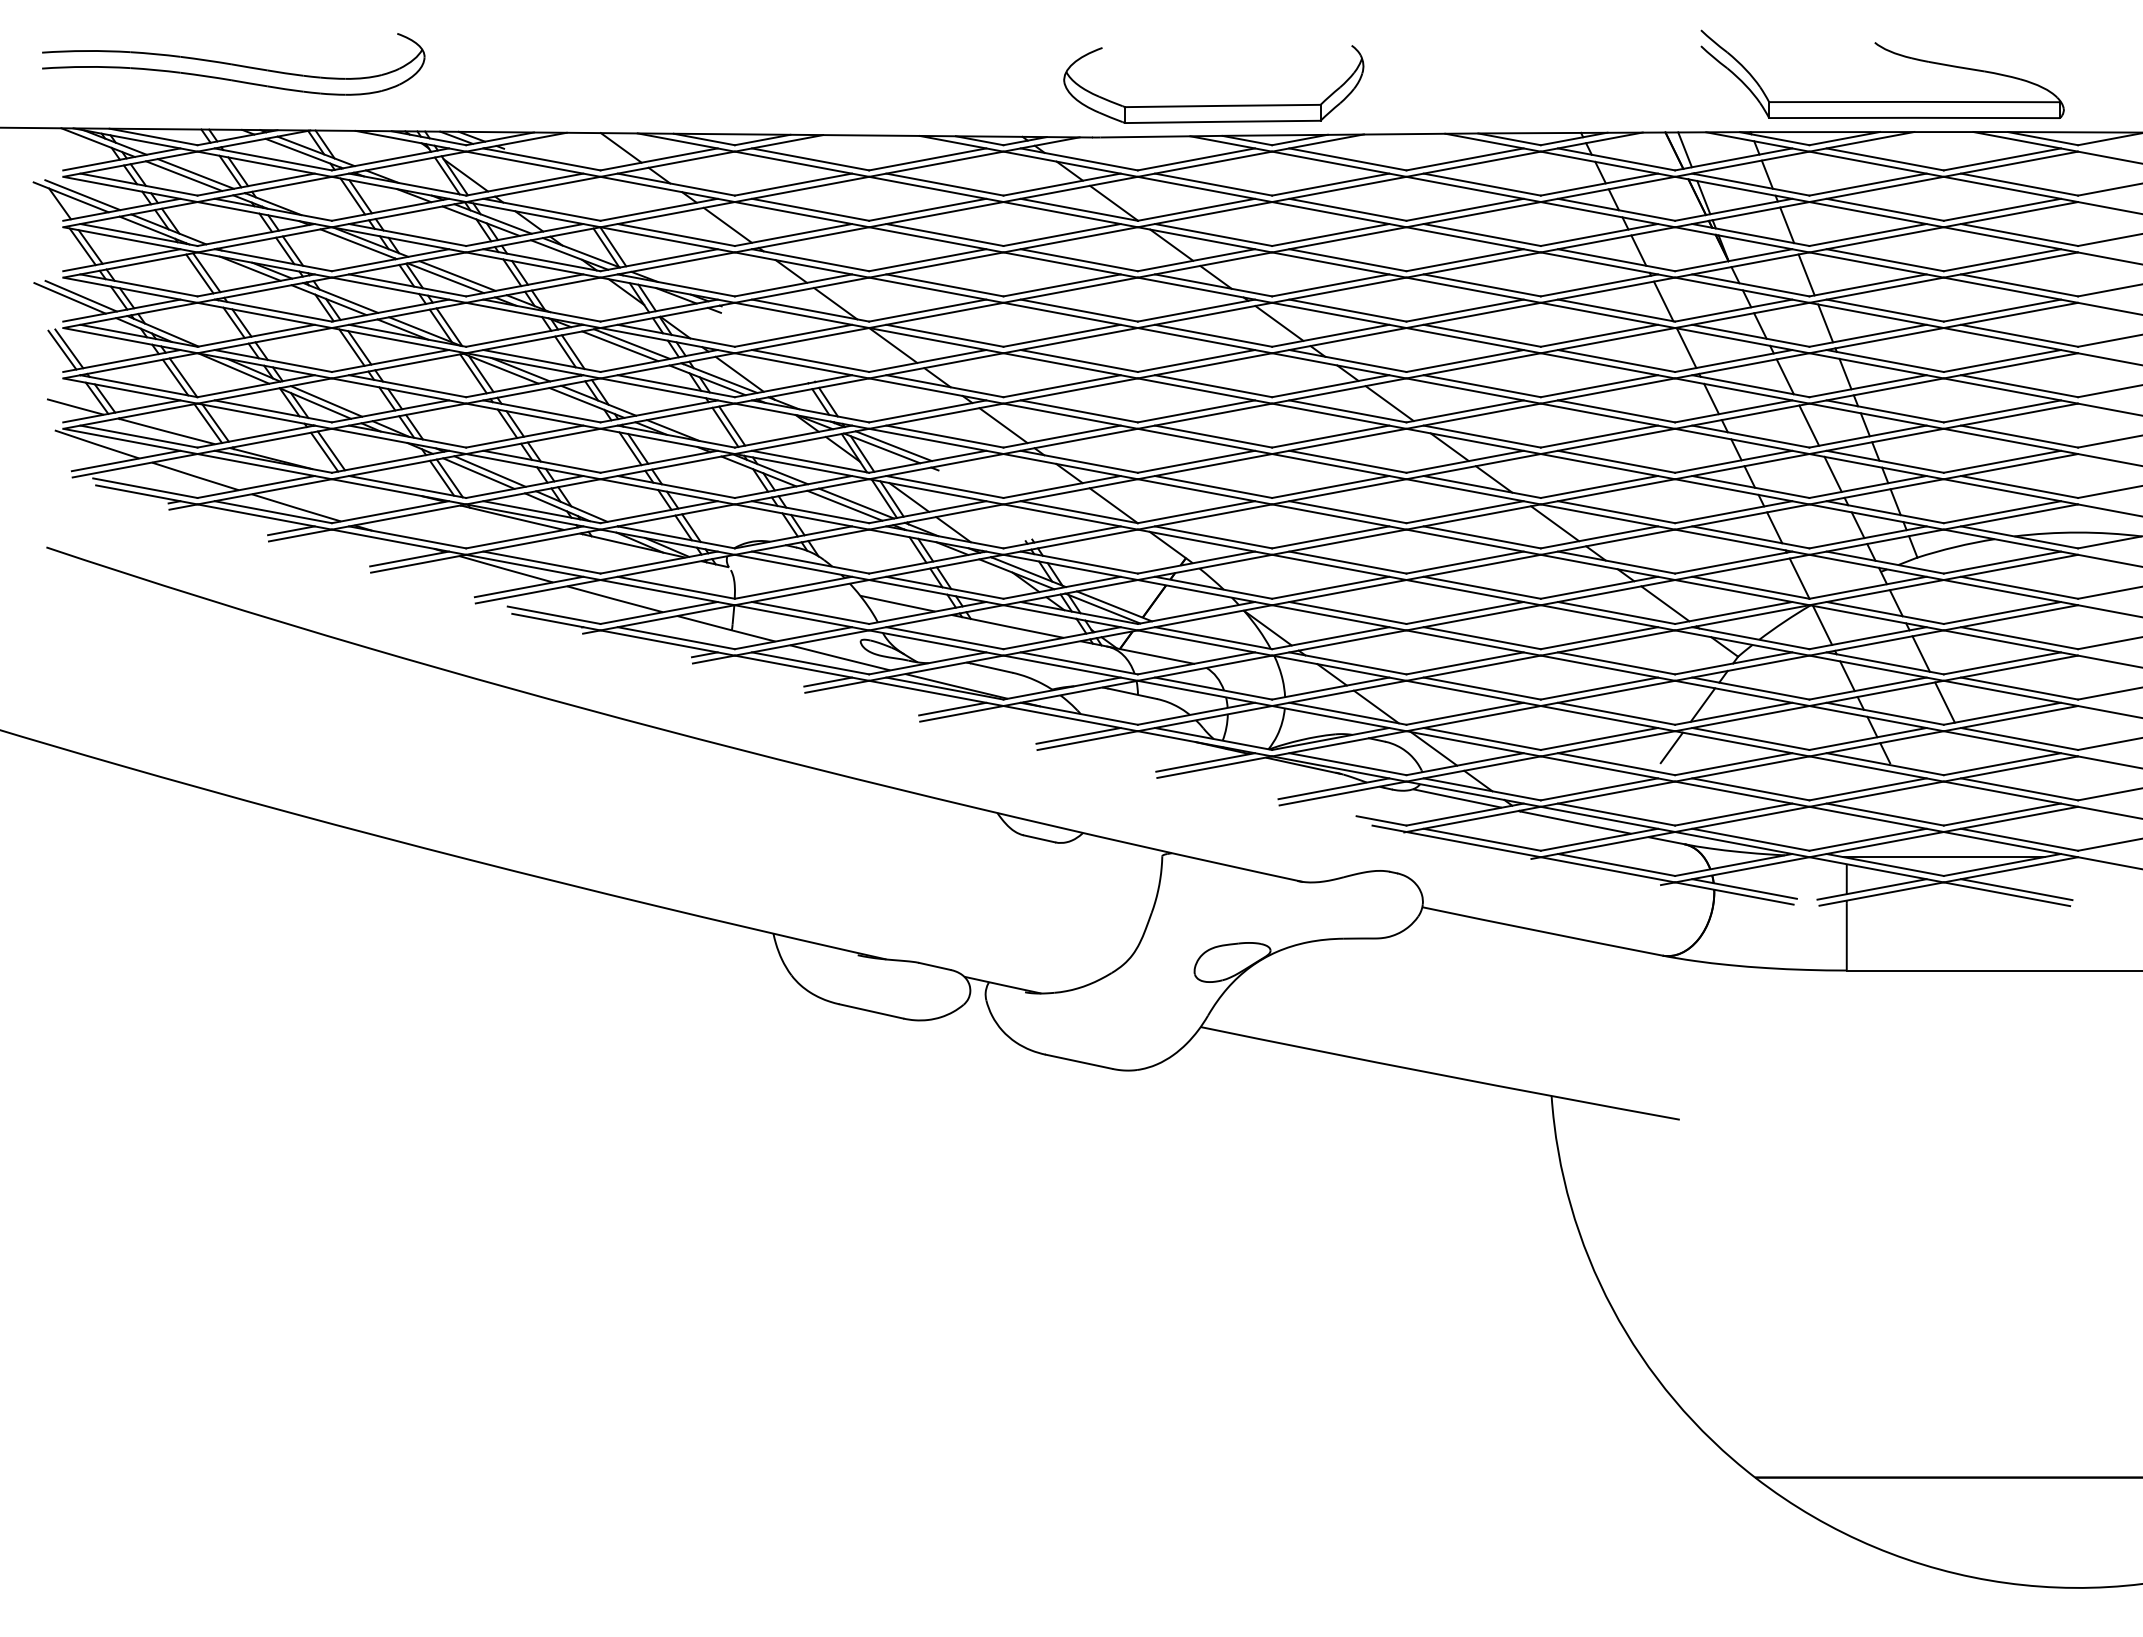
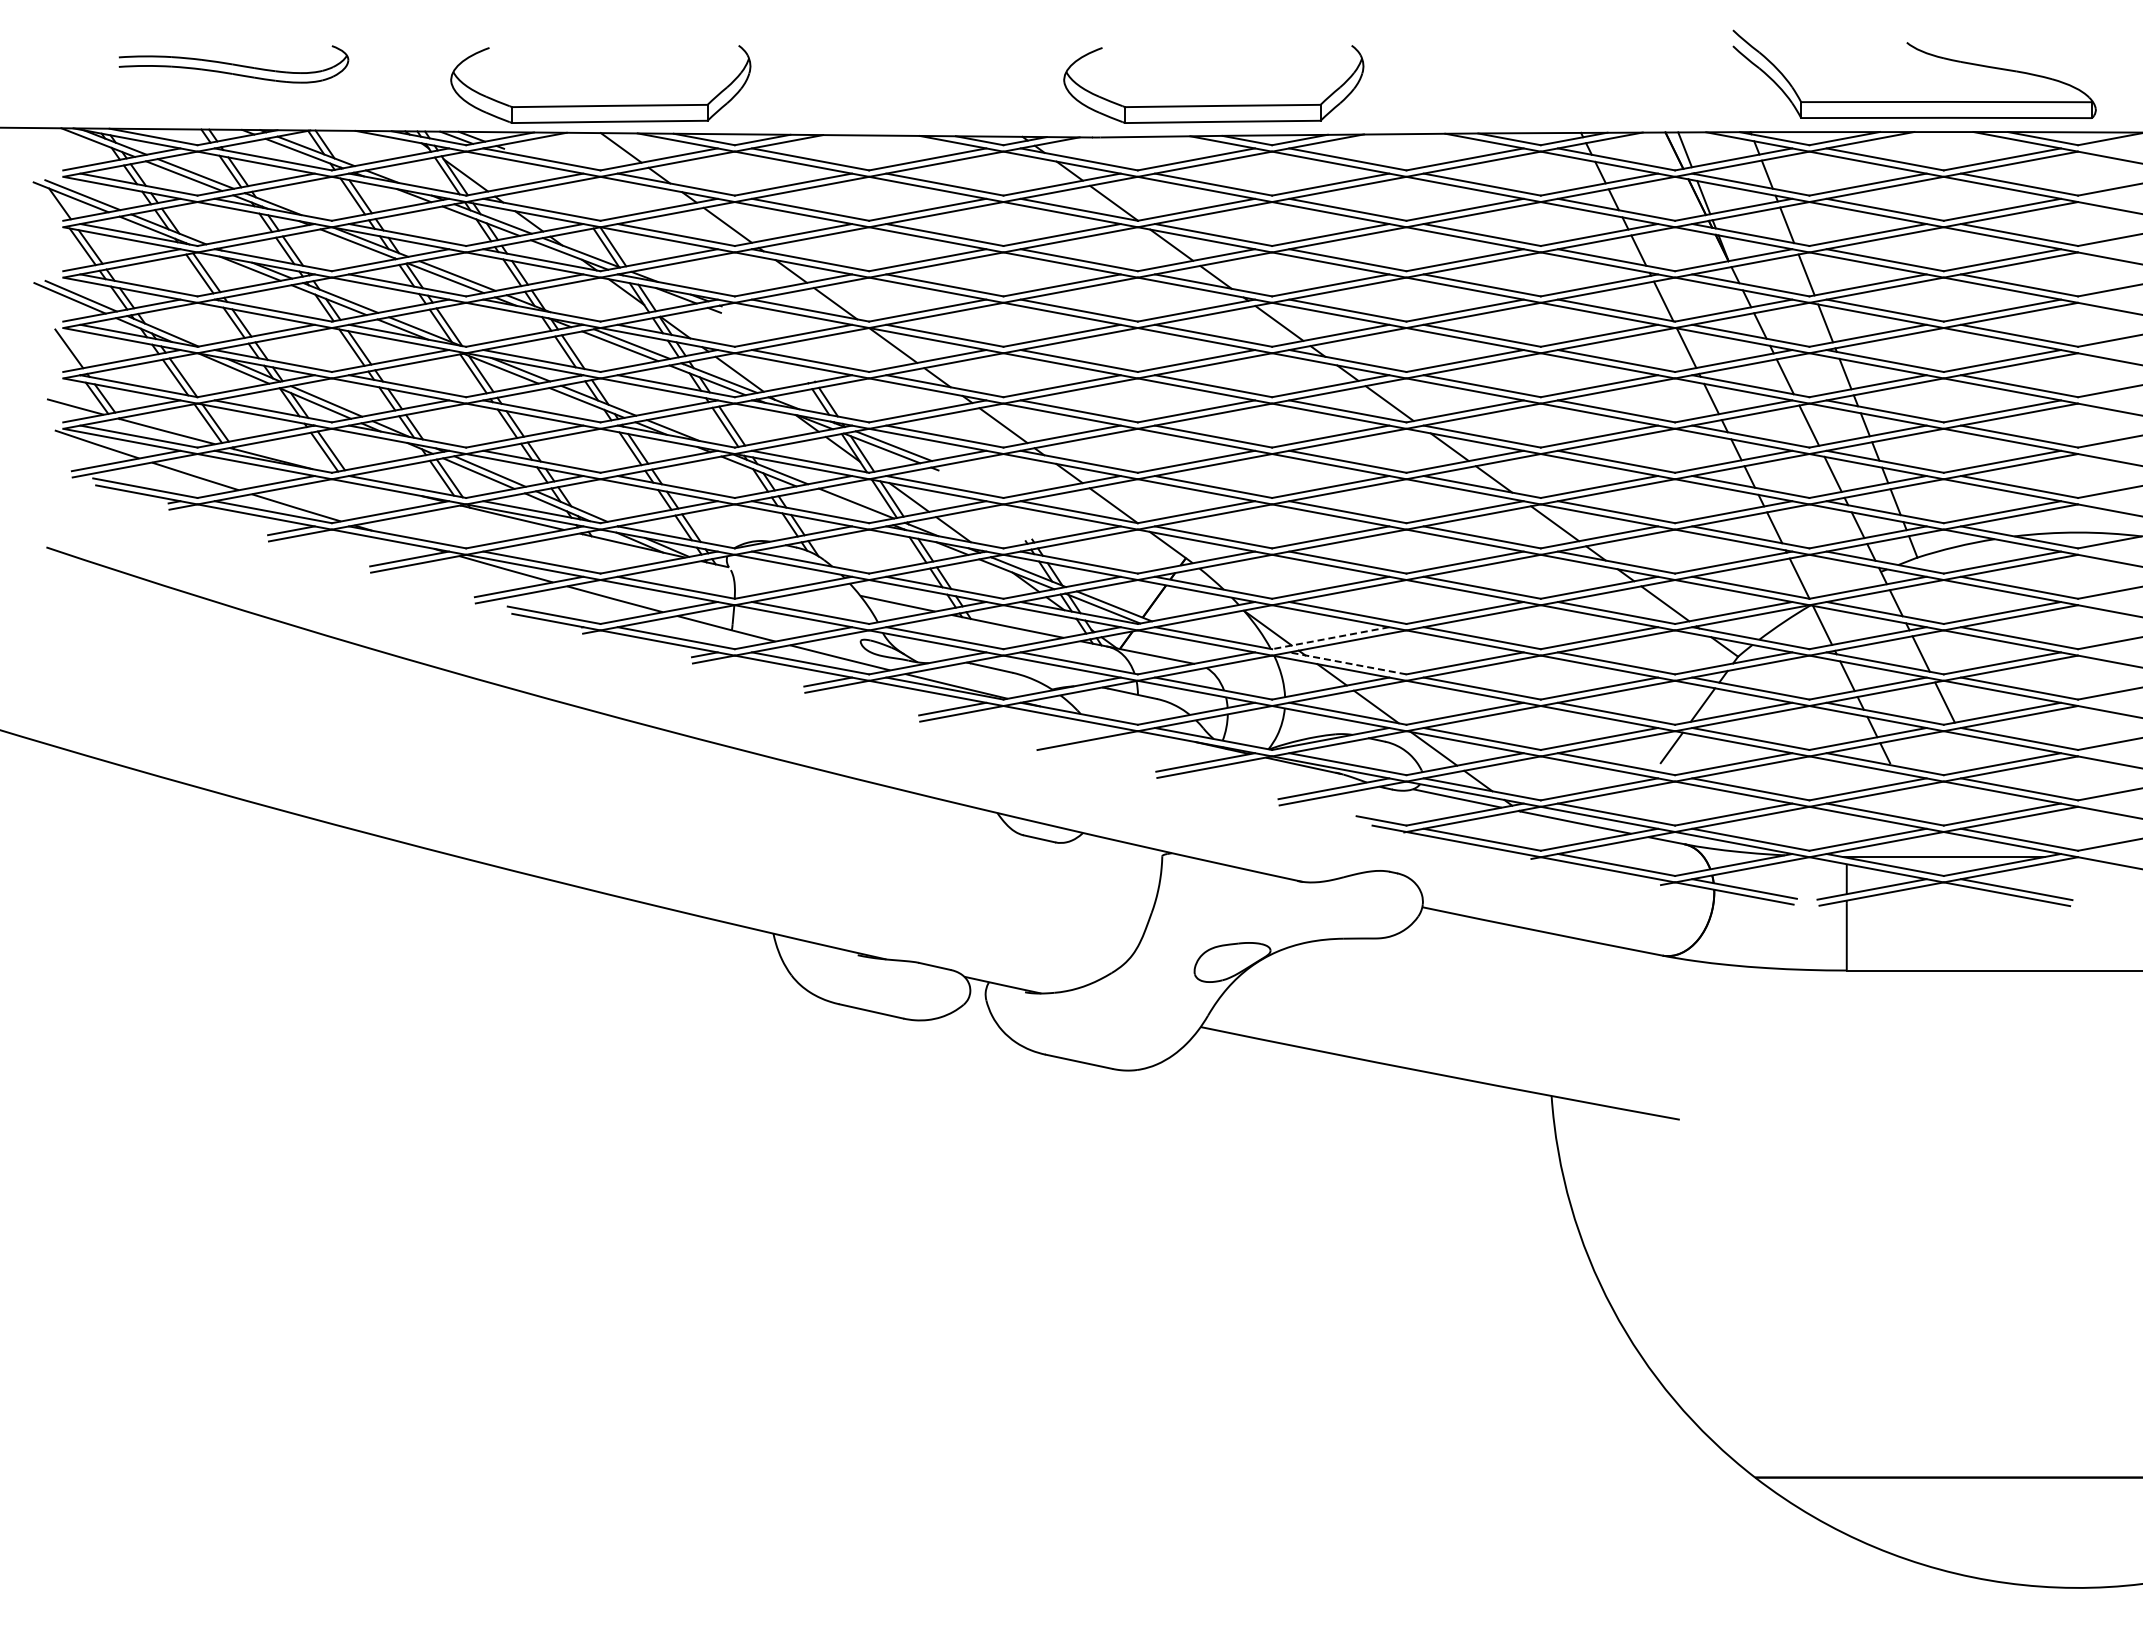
part at (1889, 52) position: (1889, 52) -> (1921, 52)
part at (233, 64) size: 384x63 px -> 232x39 px
part at (600, 105): none -> present
line at (62, 349): present -> none
line at (844, 505): present -> none
line at (1330, 638): solid -> dashed
line at (1347, 663): solid -> dashed
line at (1078, 735): present -> none
